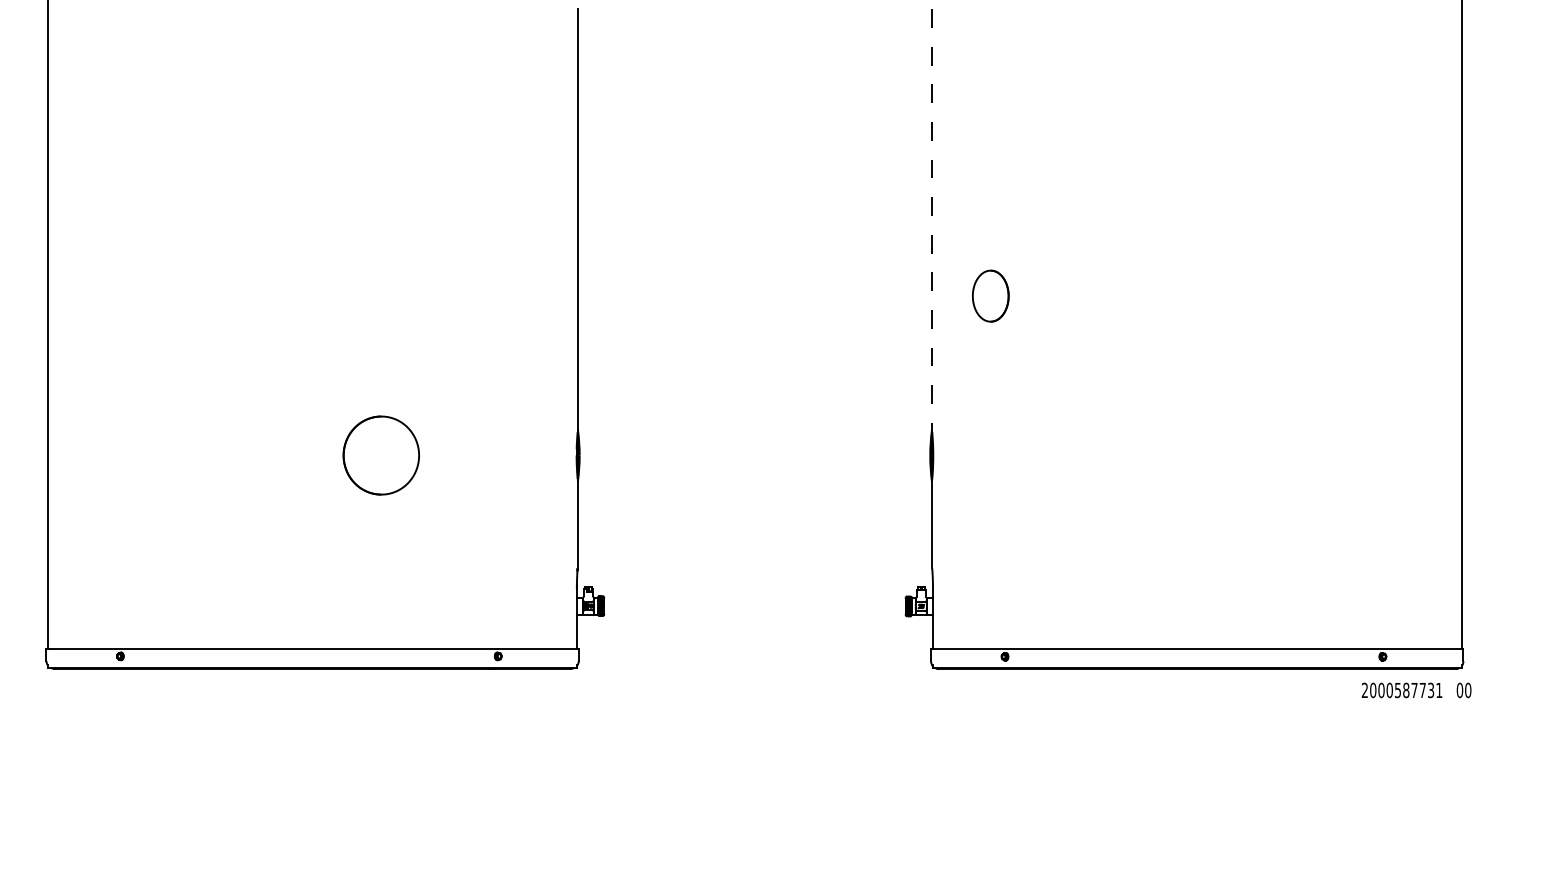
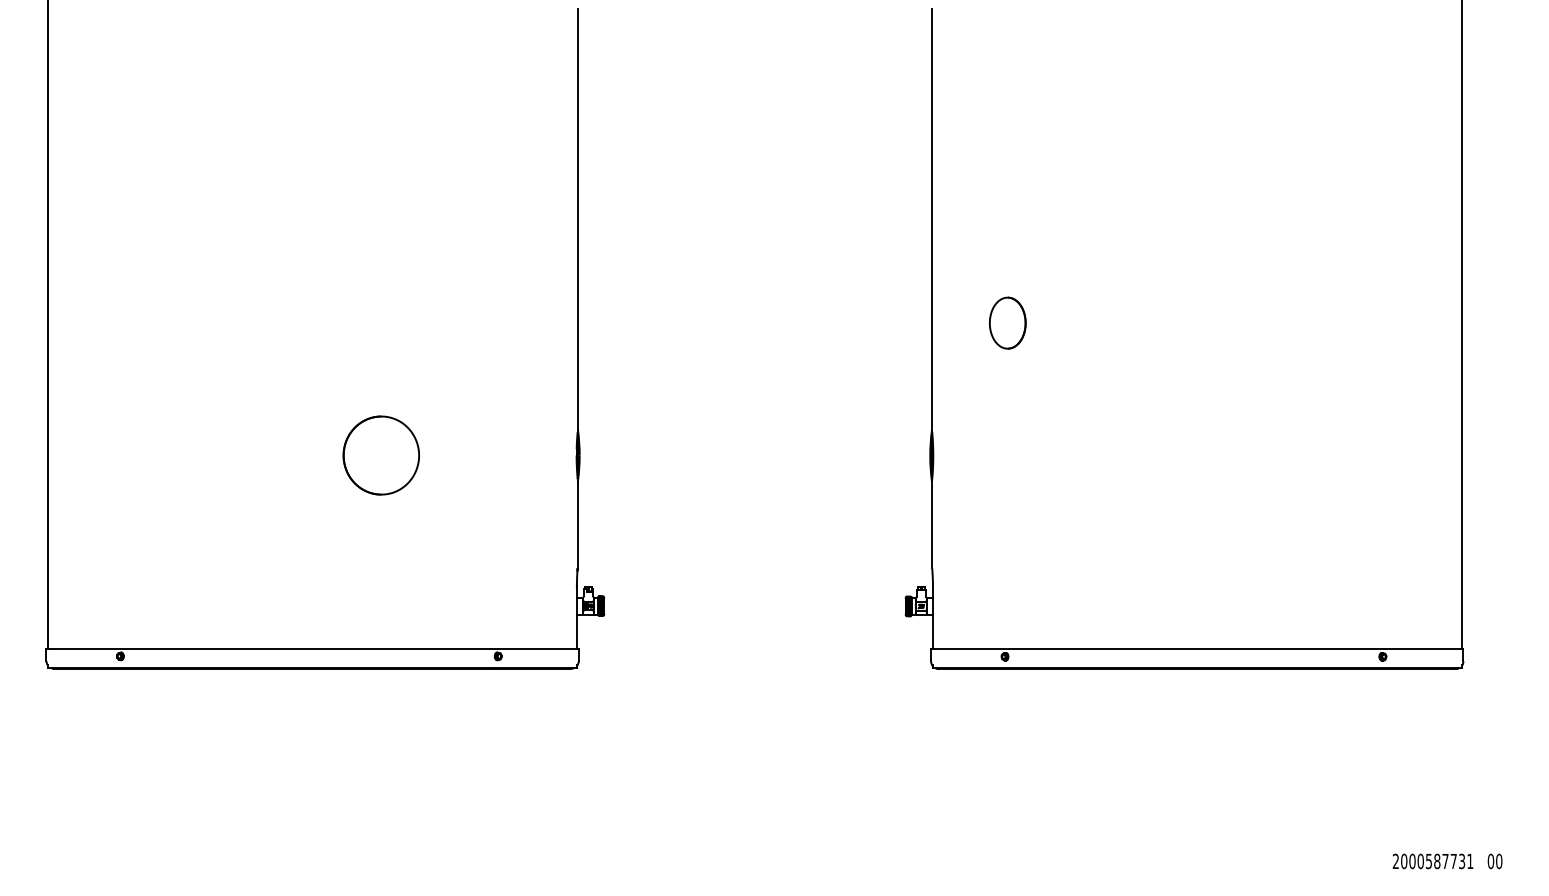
line at (932, 220): dashed -> solid
part at (990, 295) position: (990, 295) -> (1007, 322)
text at (1416, 690) position: (1416, 690) -> (1447, 861)
